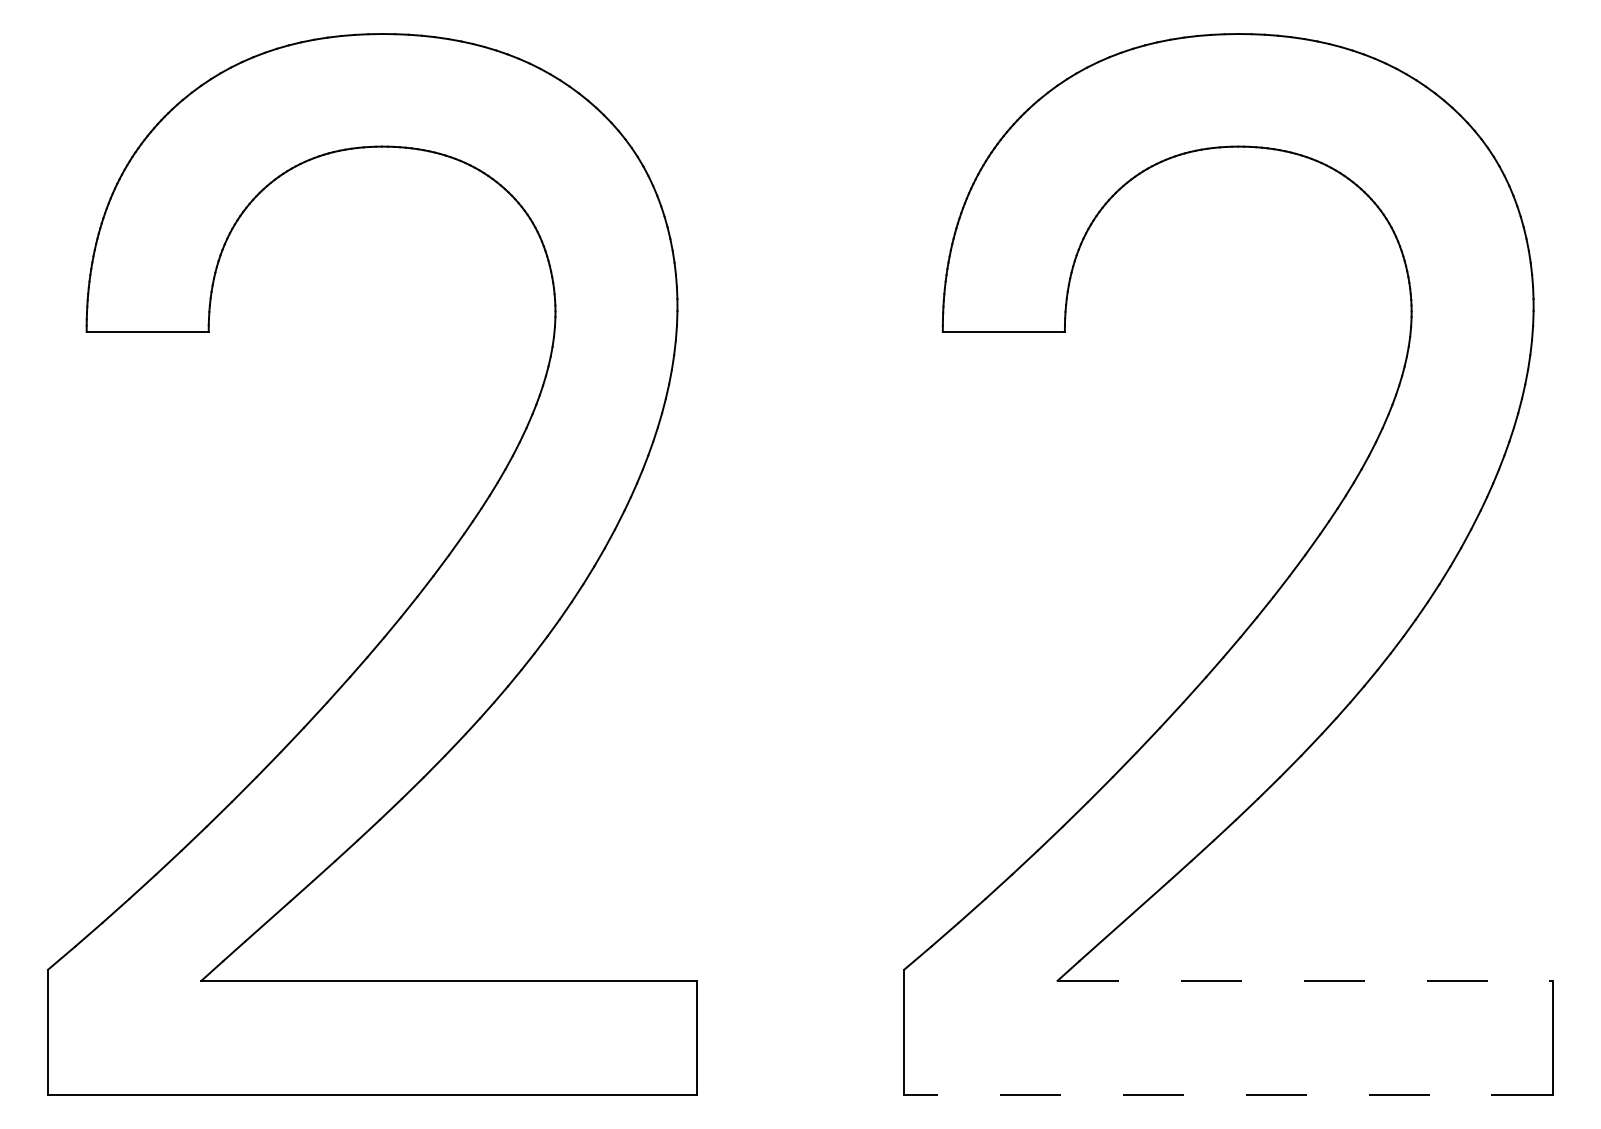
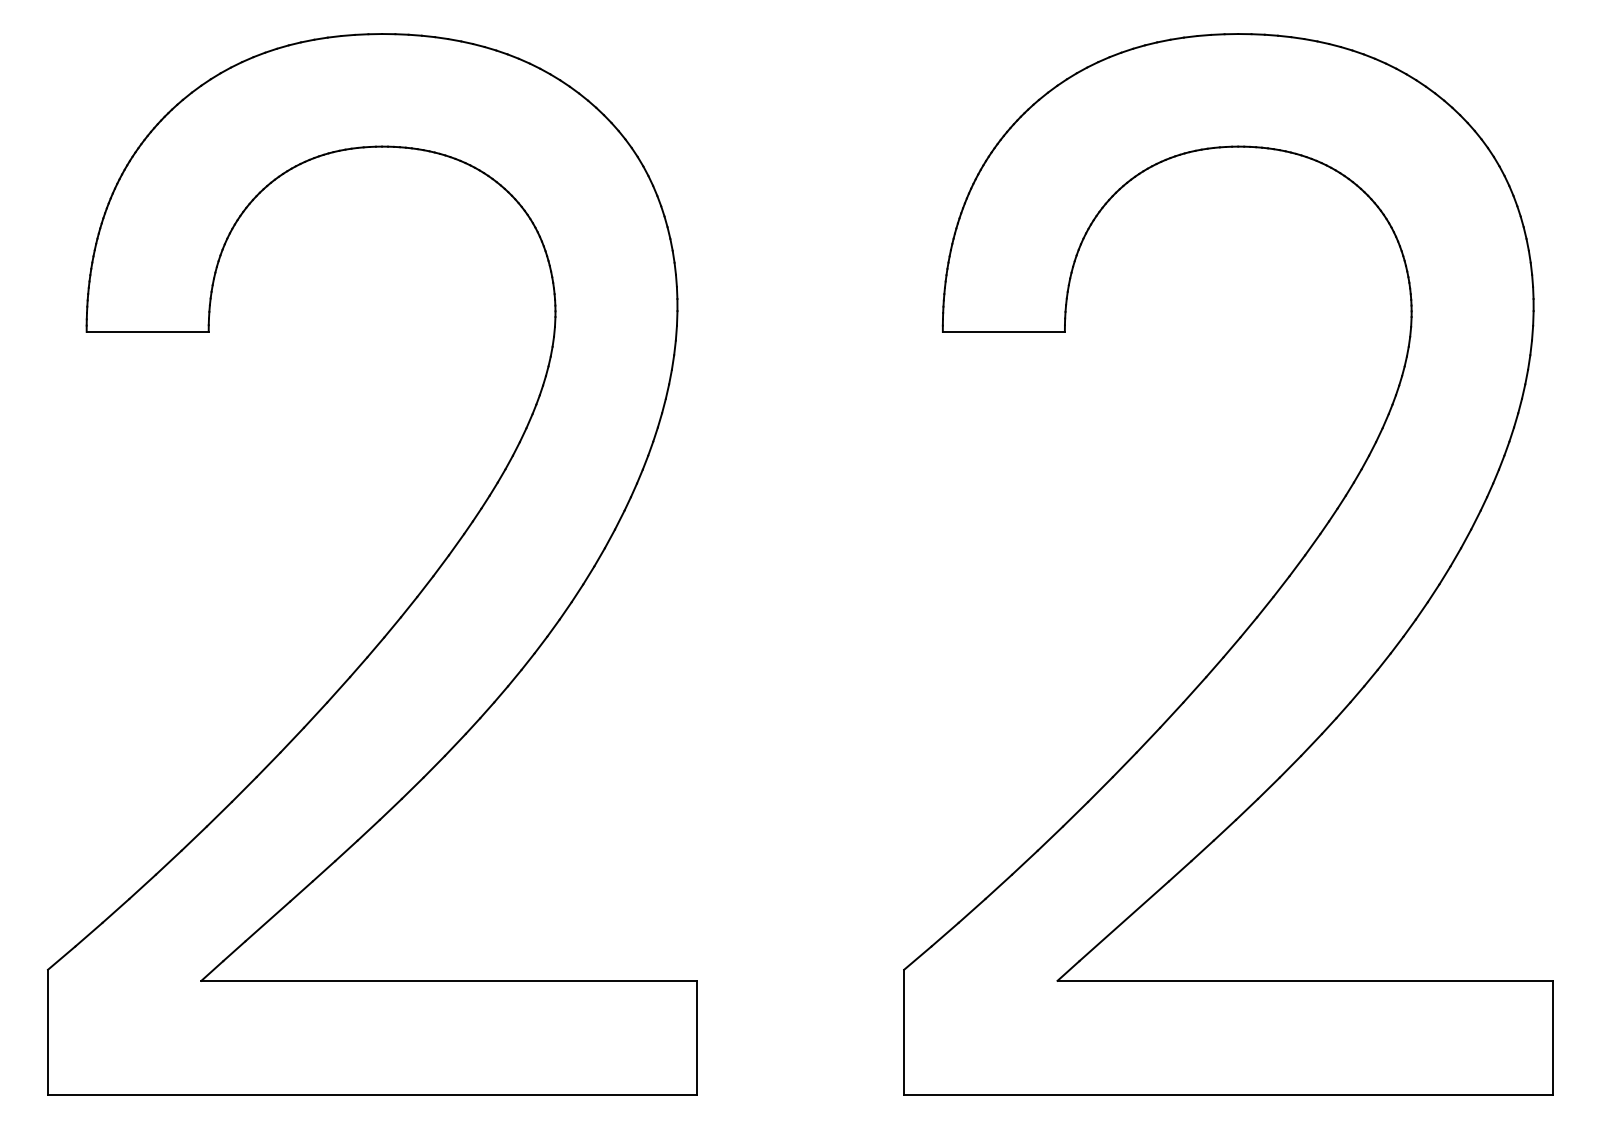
line at (1305, 980): dashed -> solid
line at (1228, 1094): dashed -> solid
